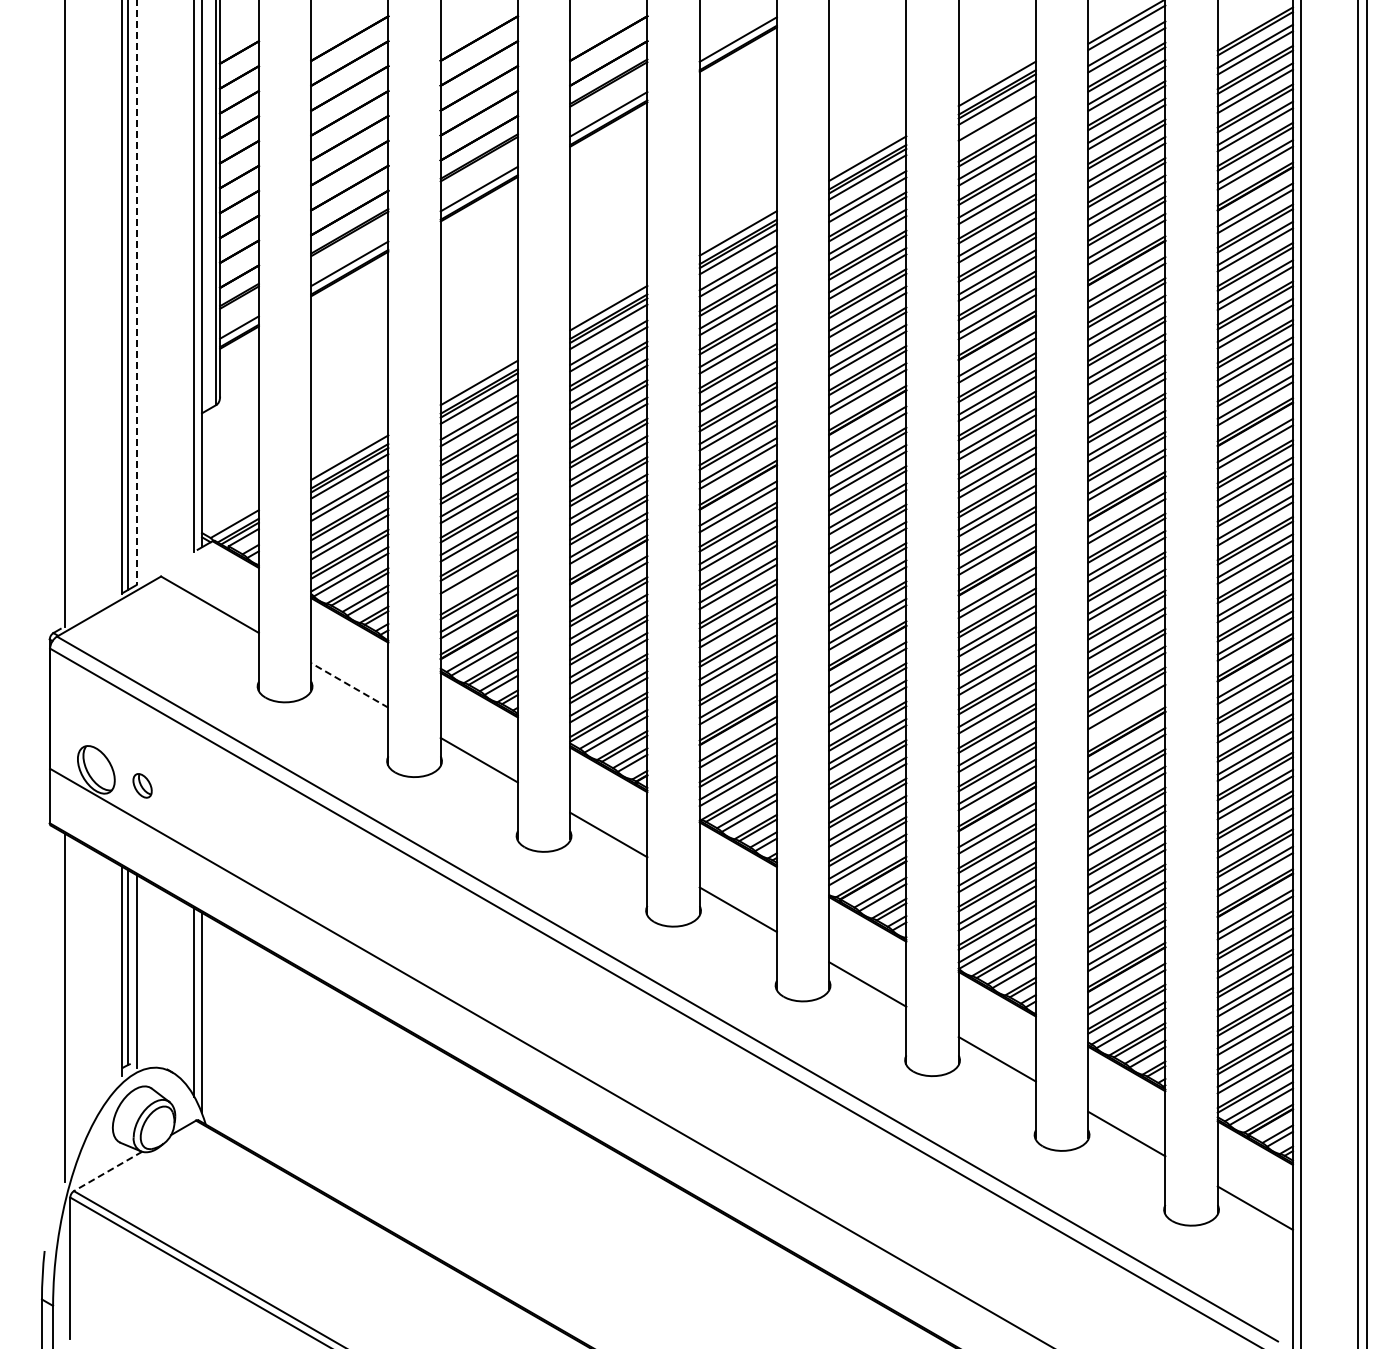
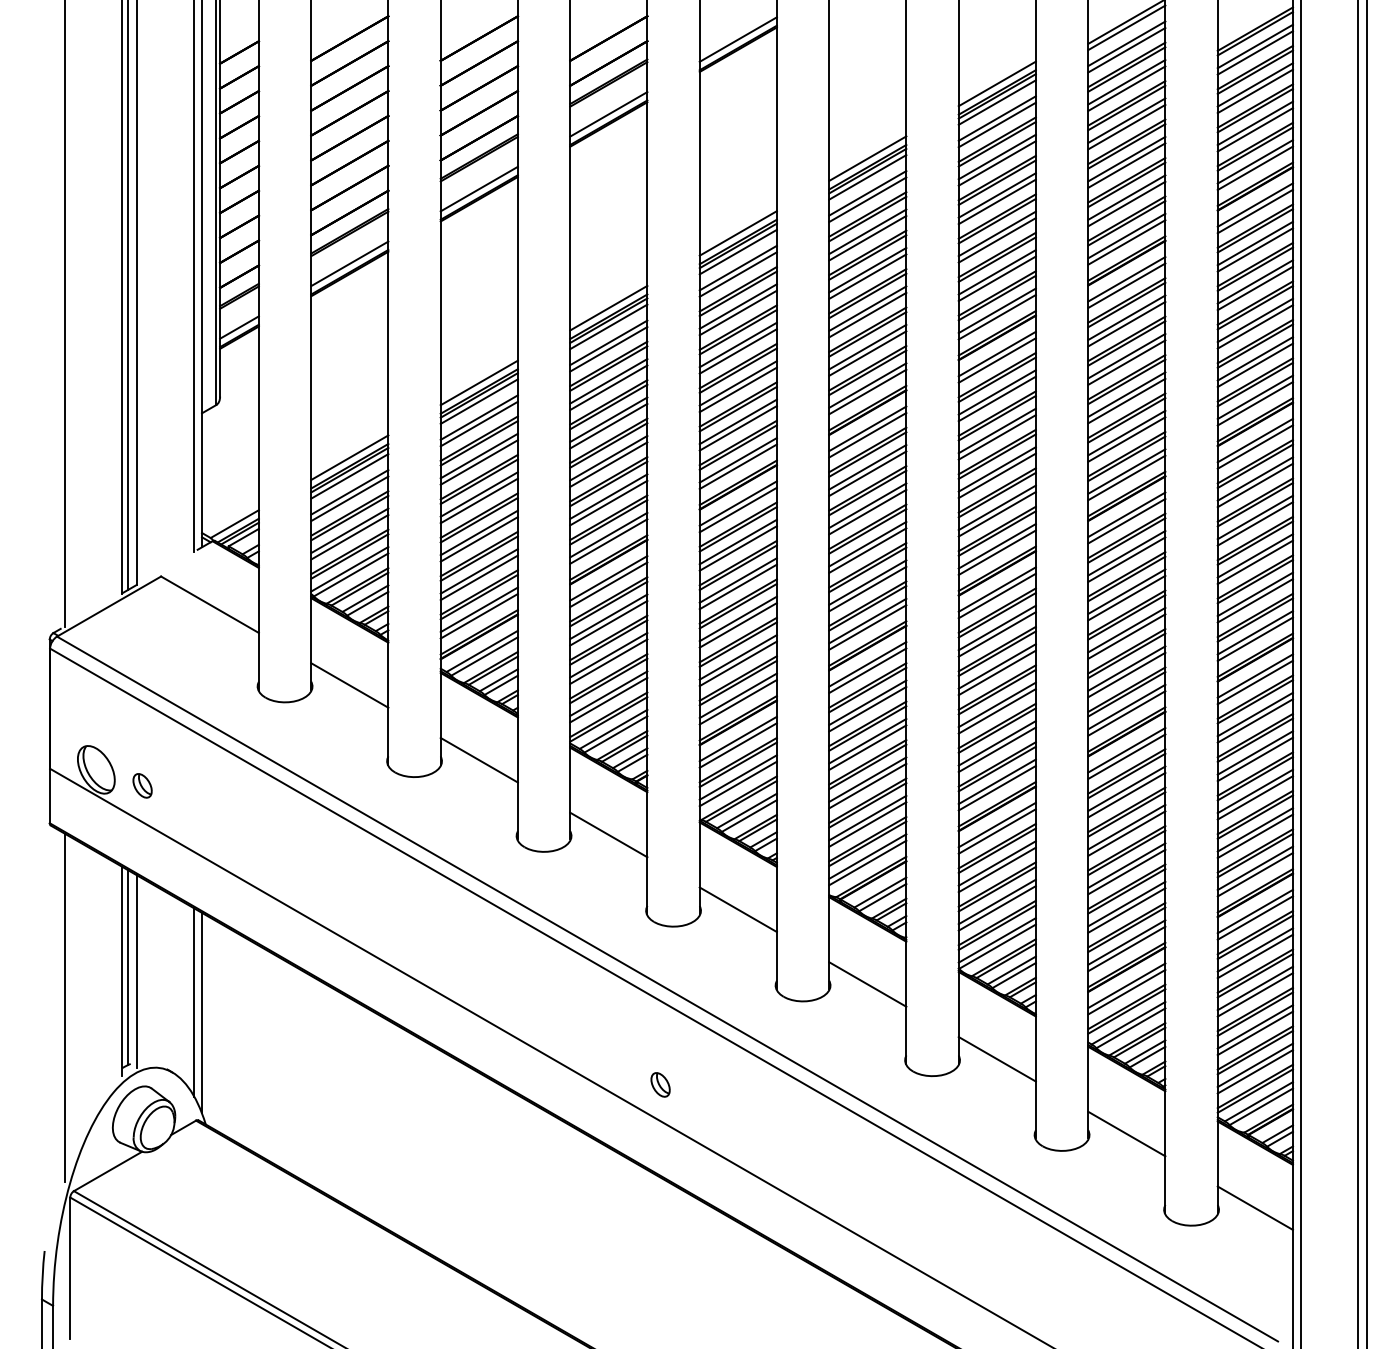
line at (996, 124): none -> present
line at (136, 293): dashed -> solid
line at (478, 577): none -> present
line at (349, 685): dashed -> solid
line at (1126, 713): none -> present
part at (660, 1084): none -> present
line at (107, 1171): dashed -> solid
